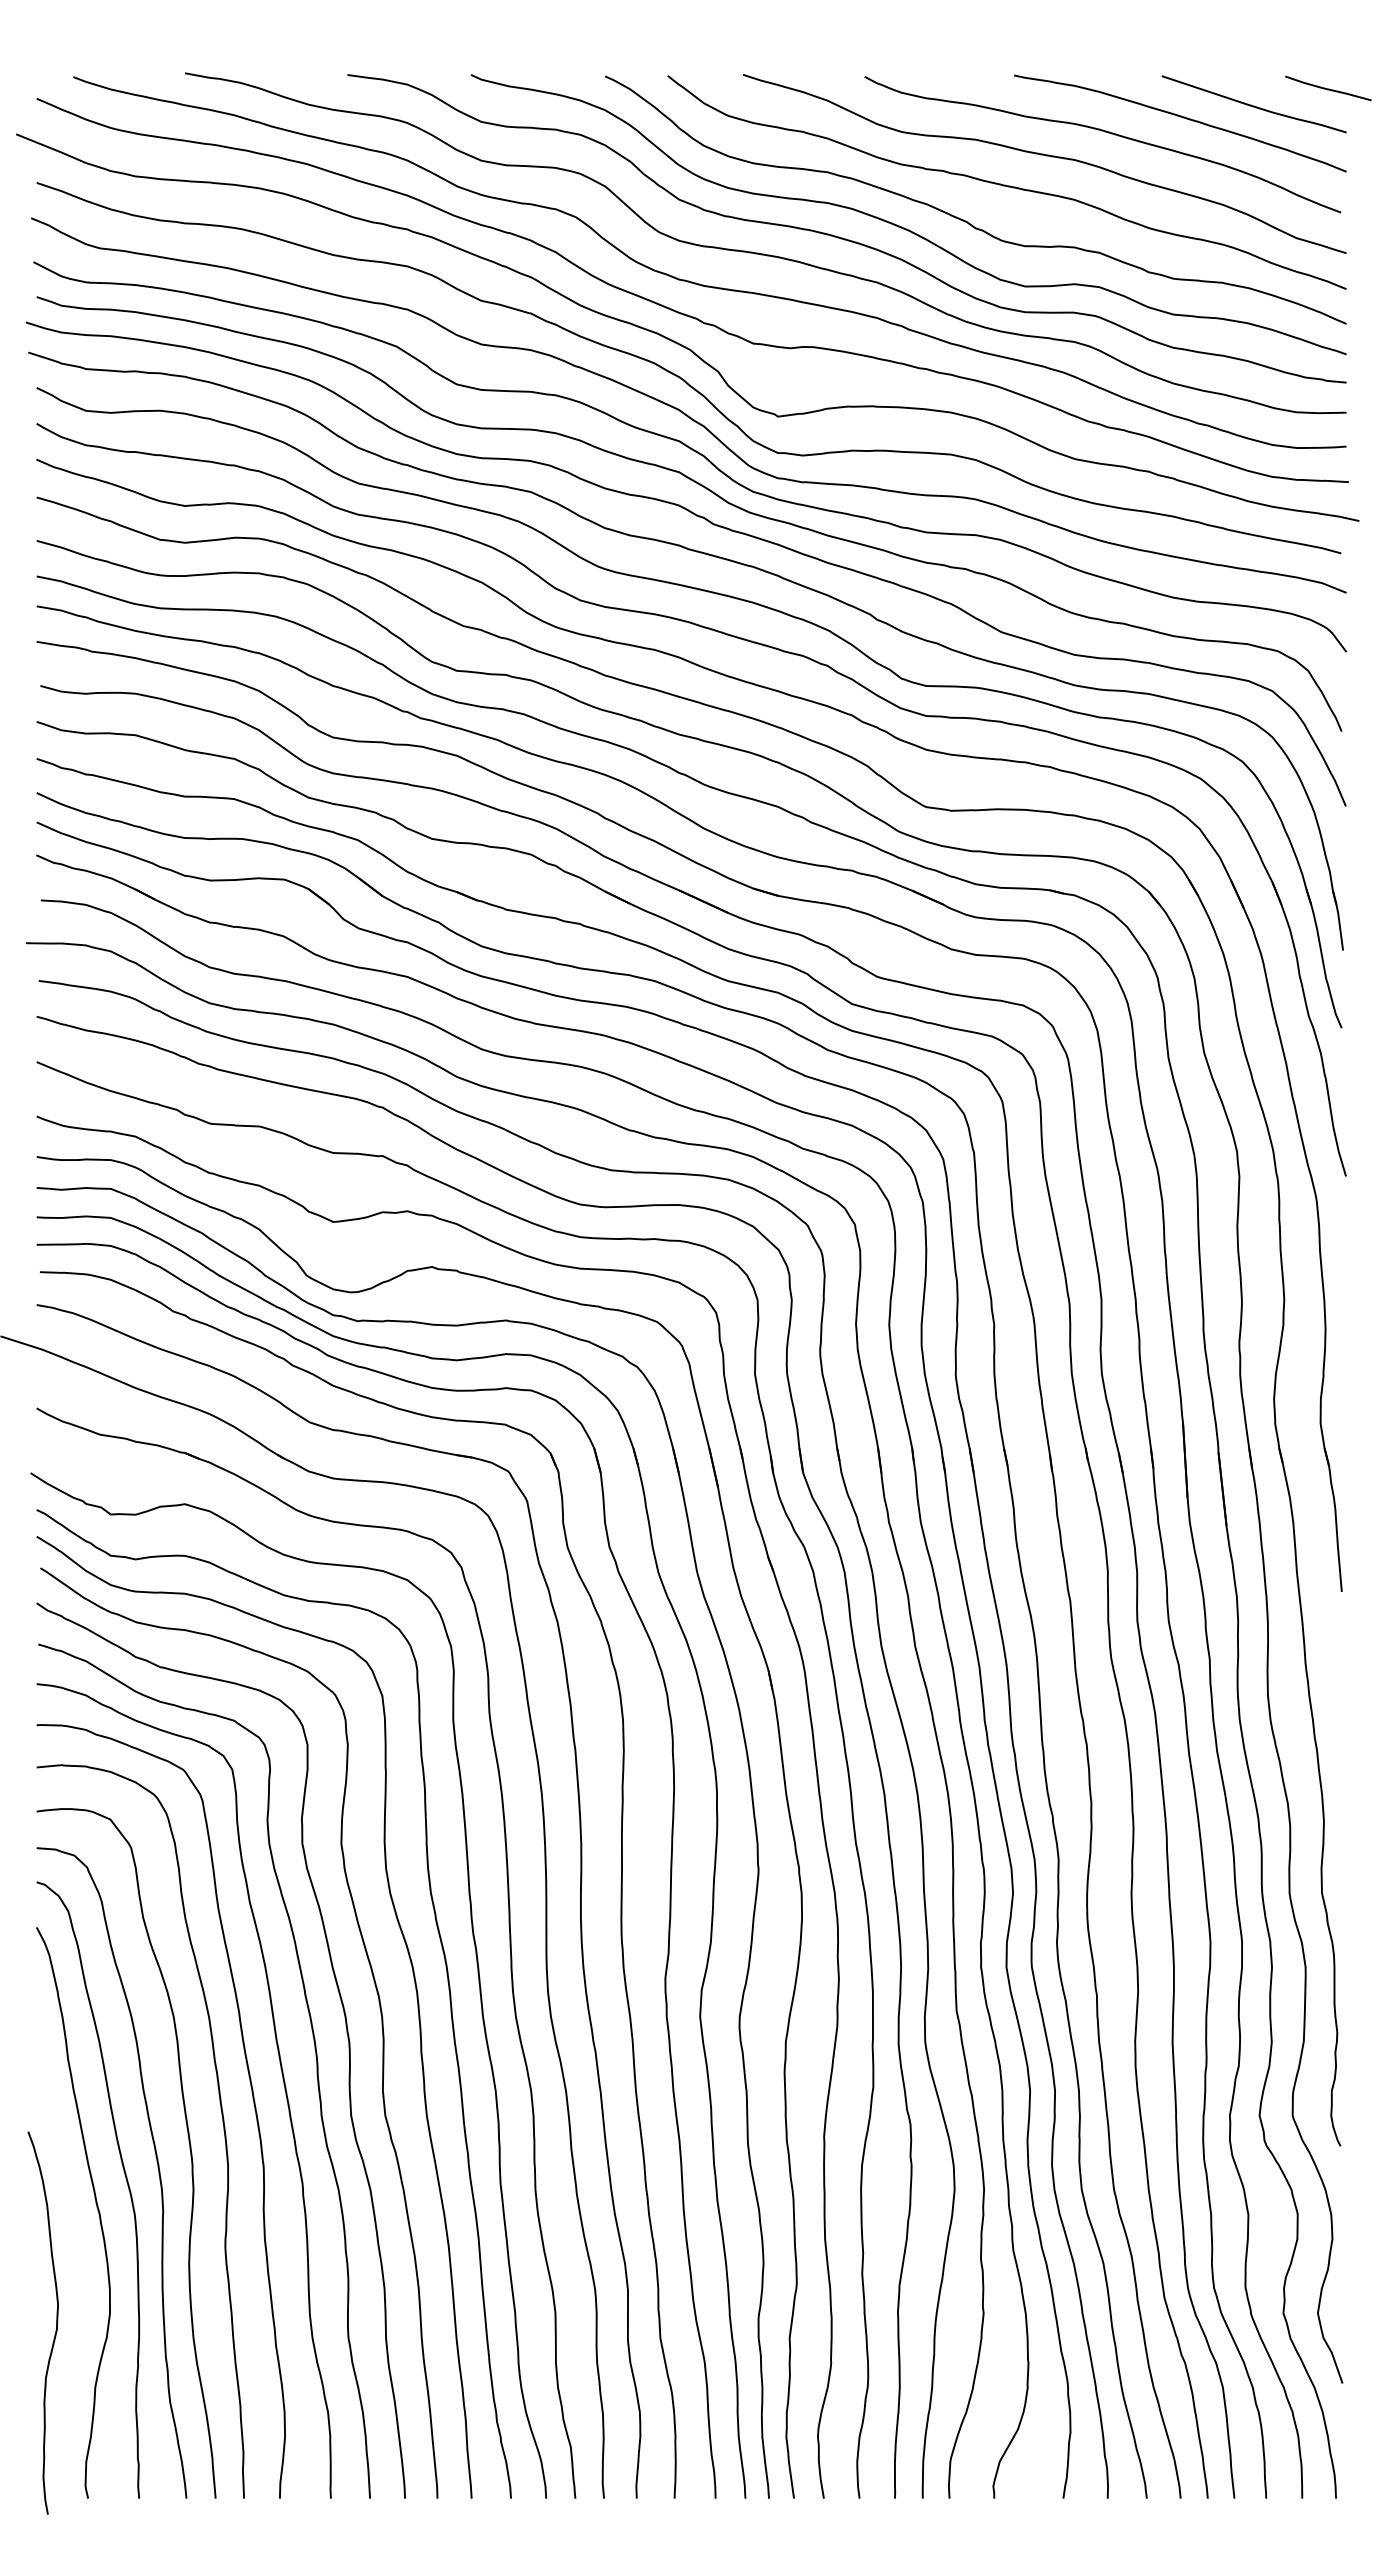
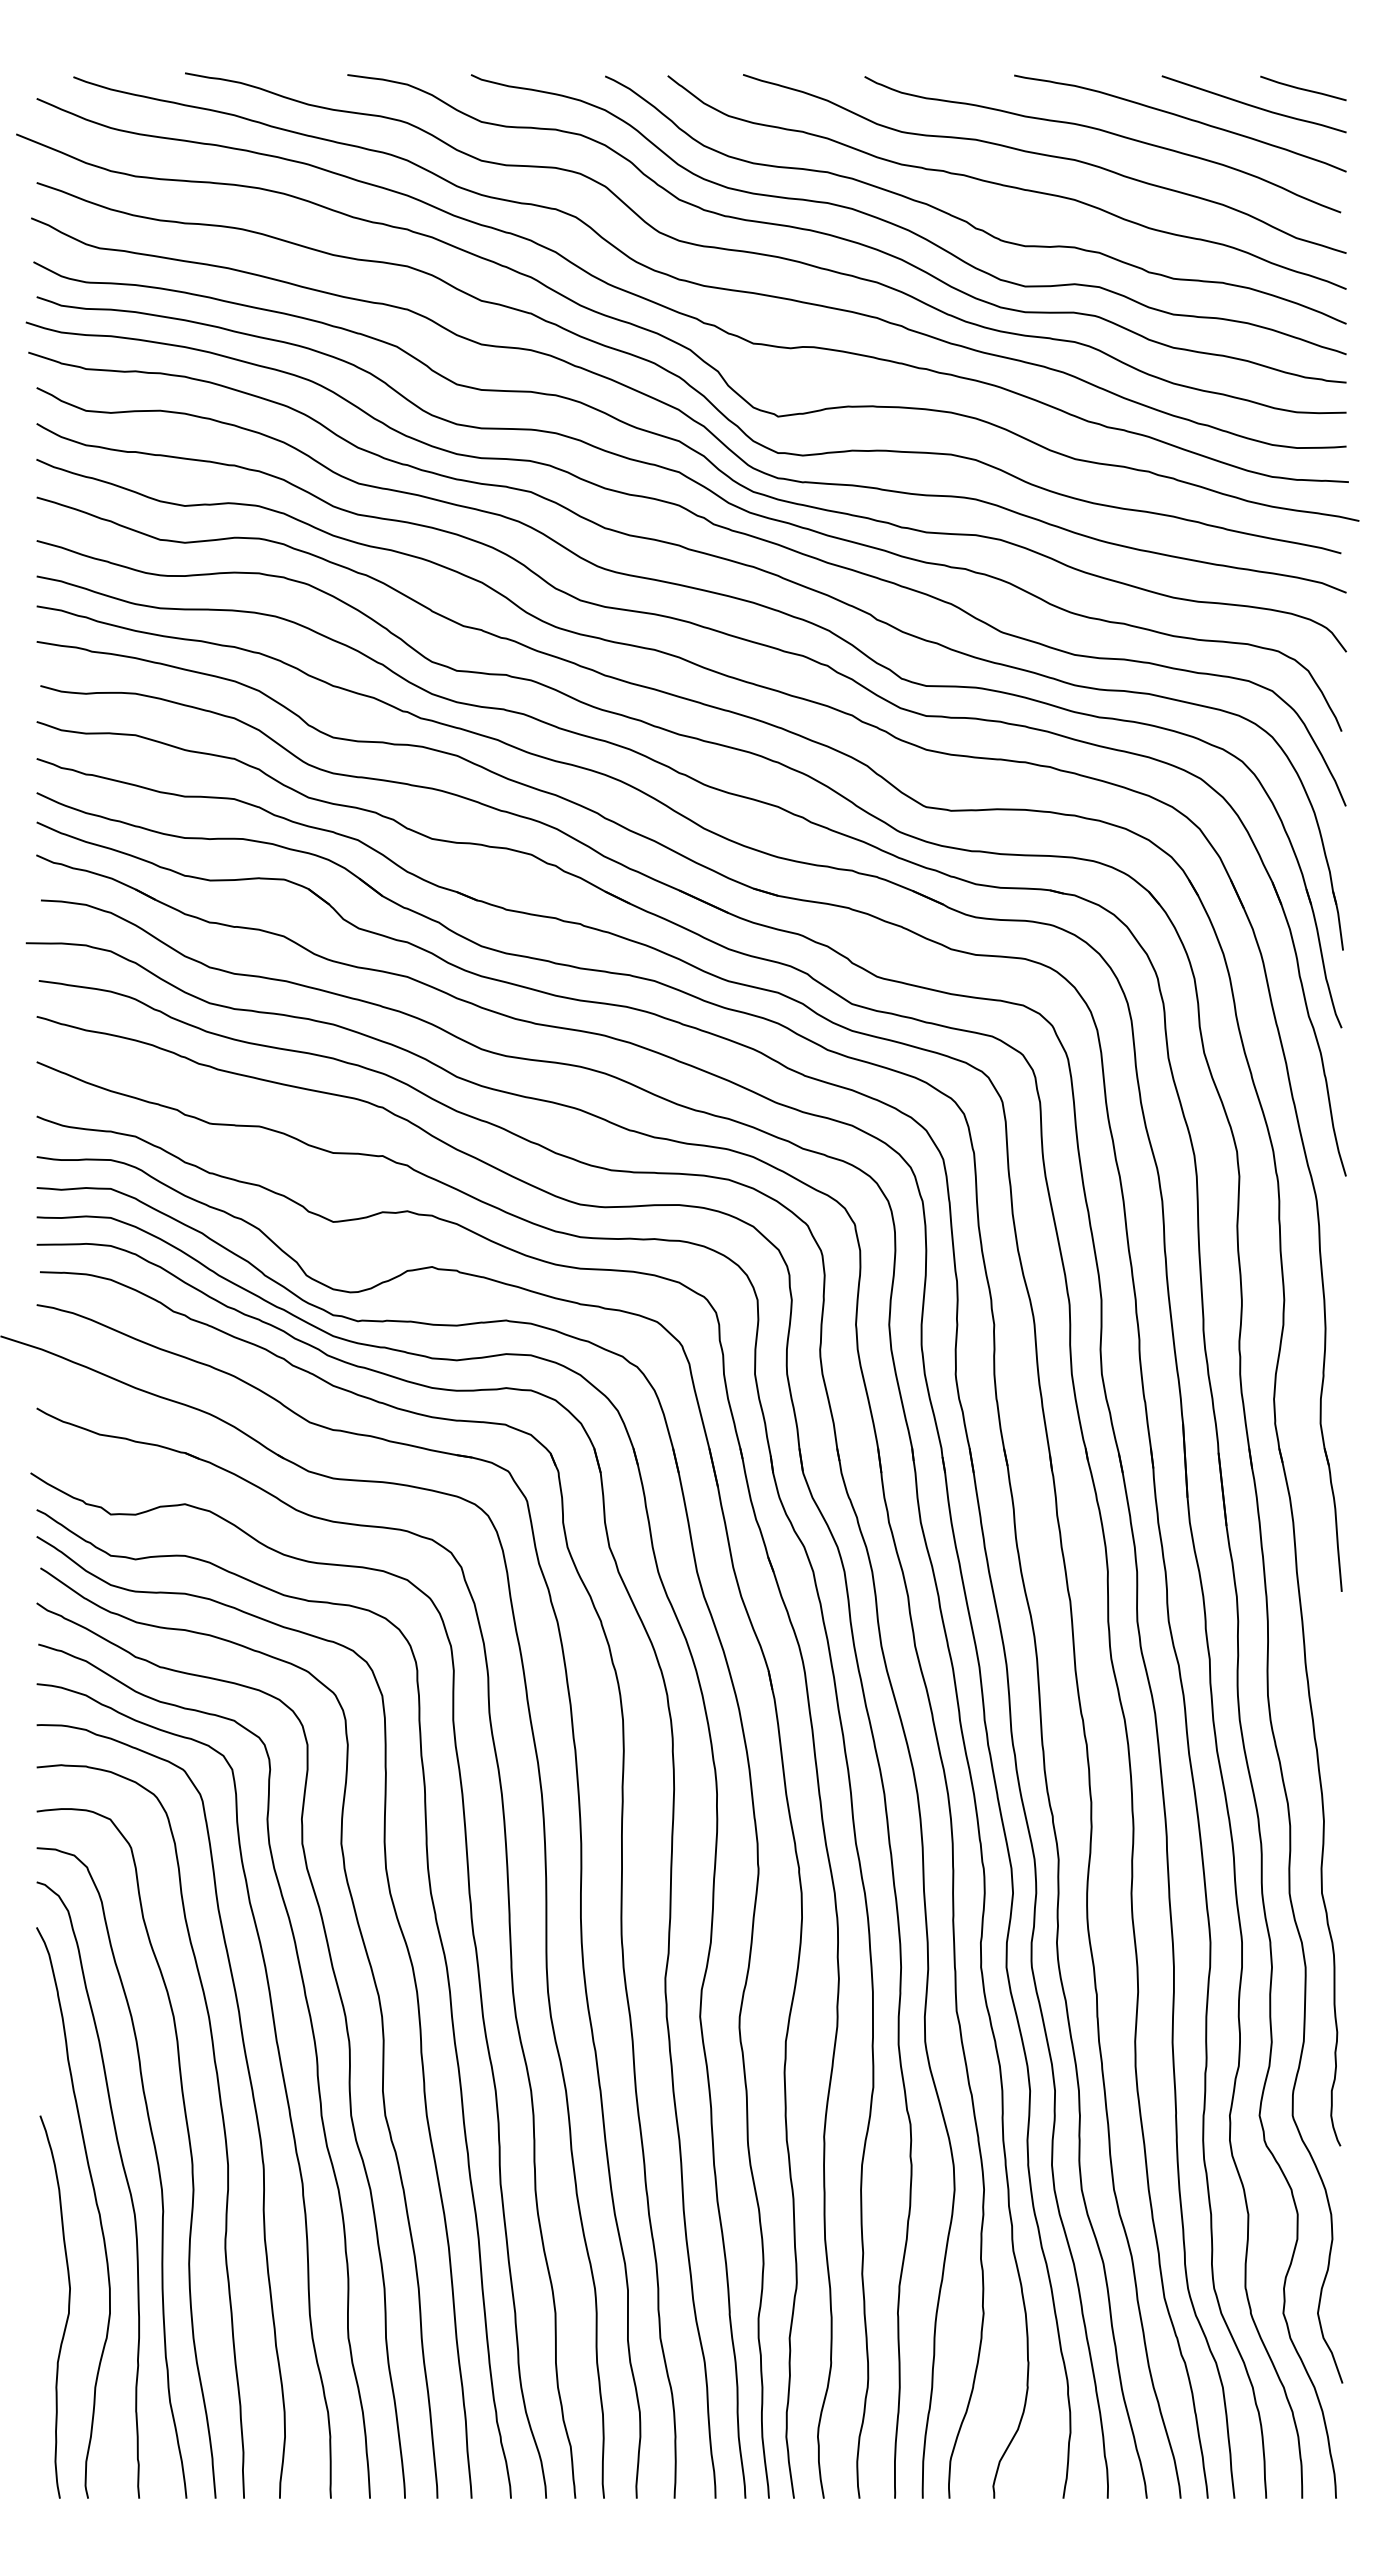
line at (1328, 88) position: (1328, 88) -> (1303, 88)
curve at (56, 2322) position: (56, 2322) -> (68, 2306)
